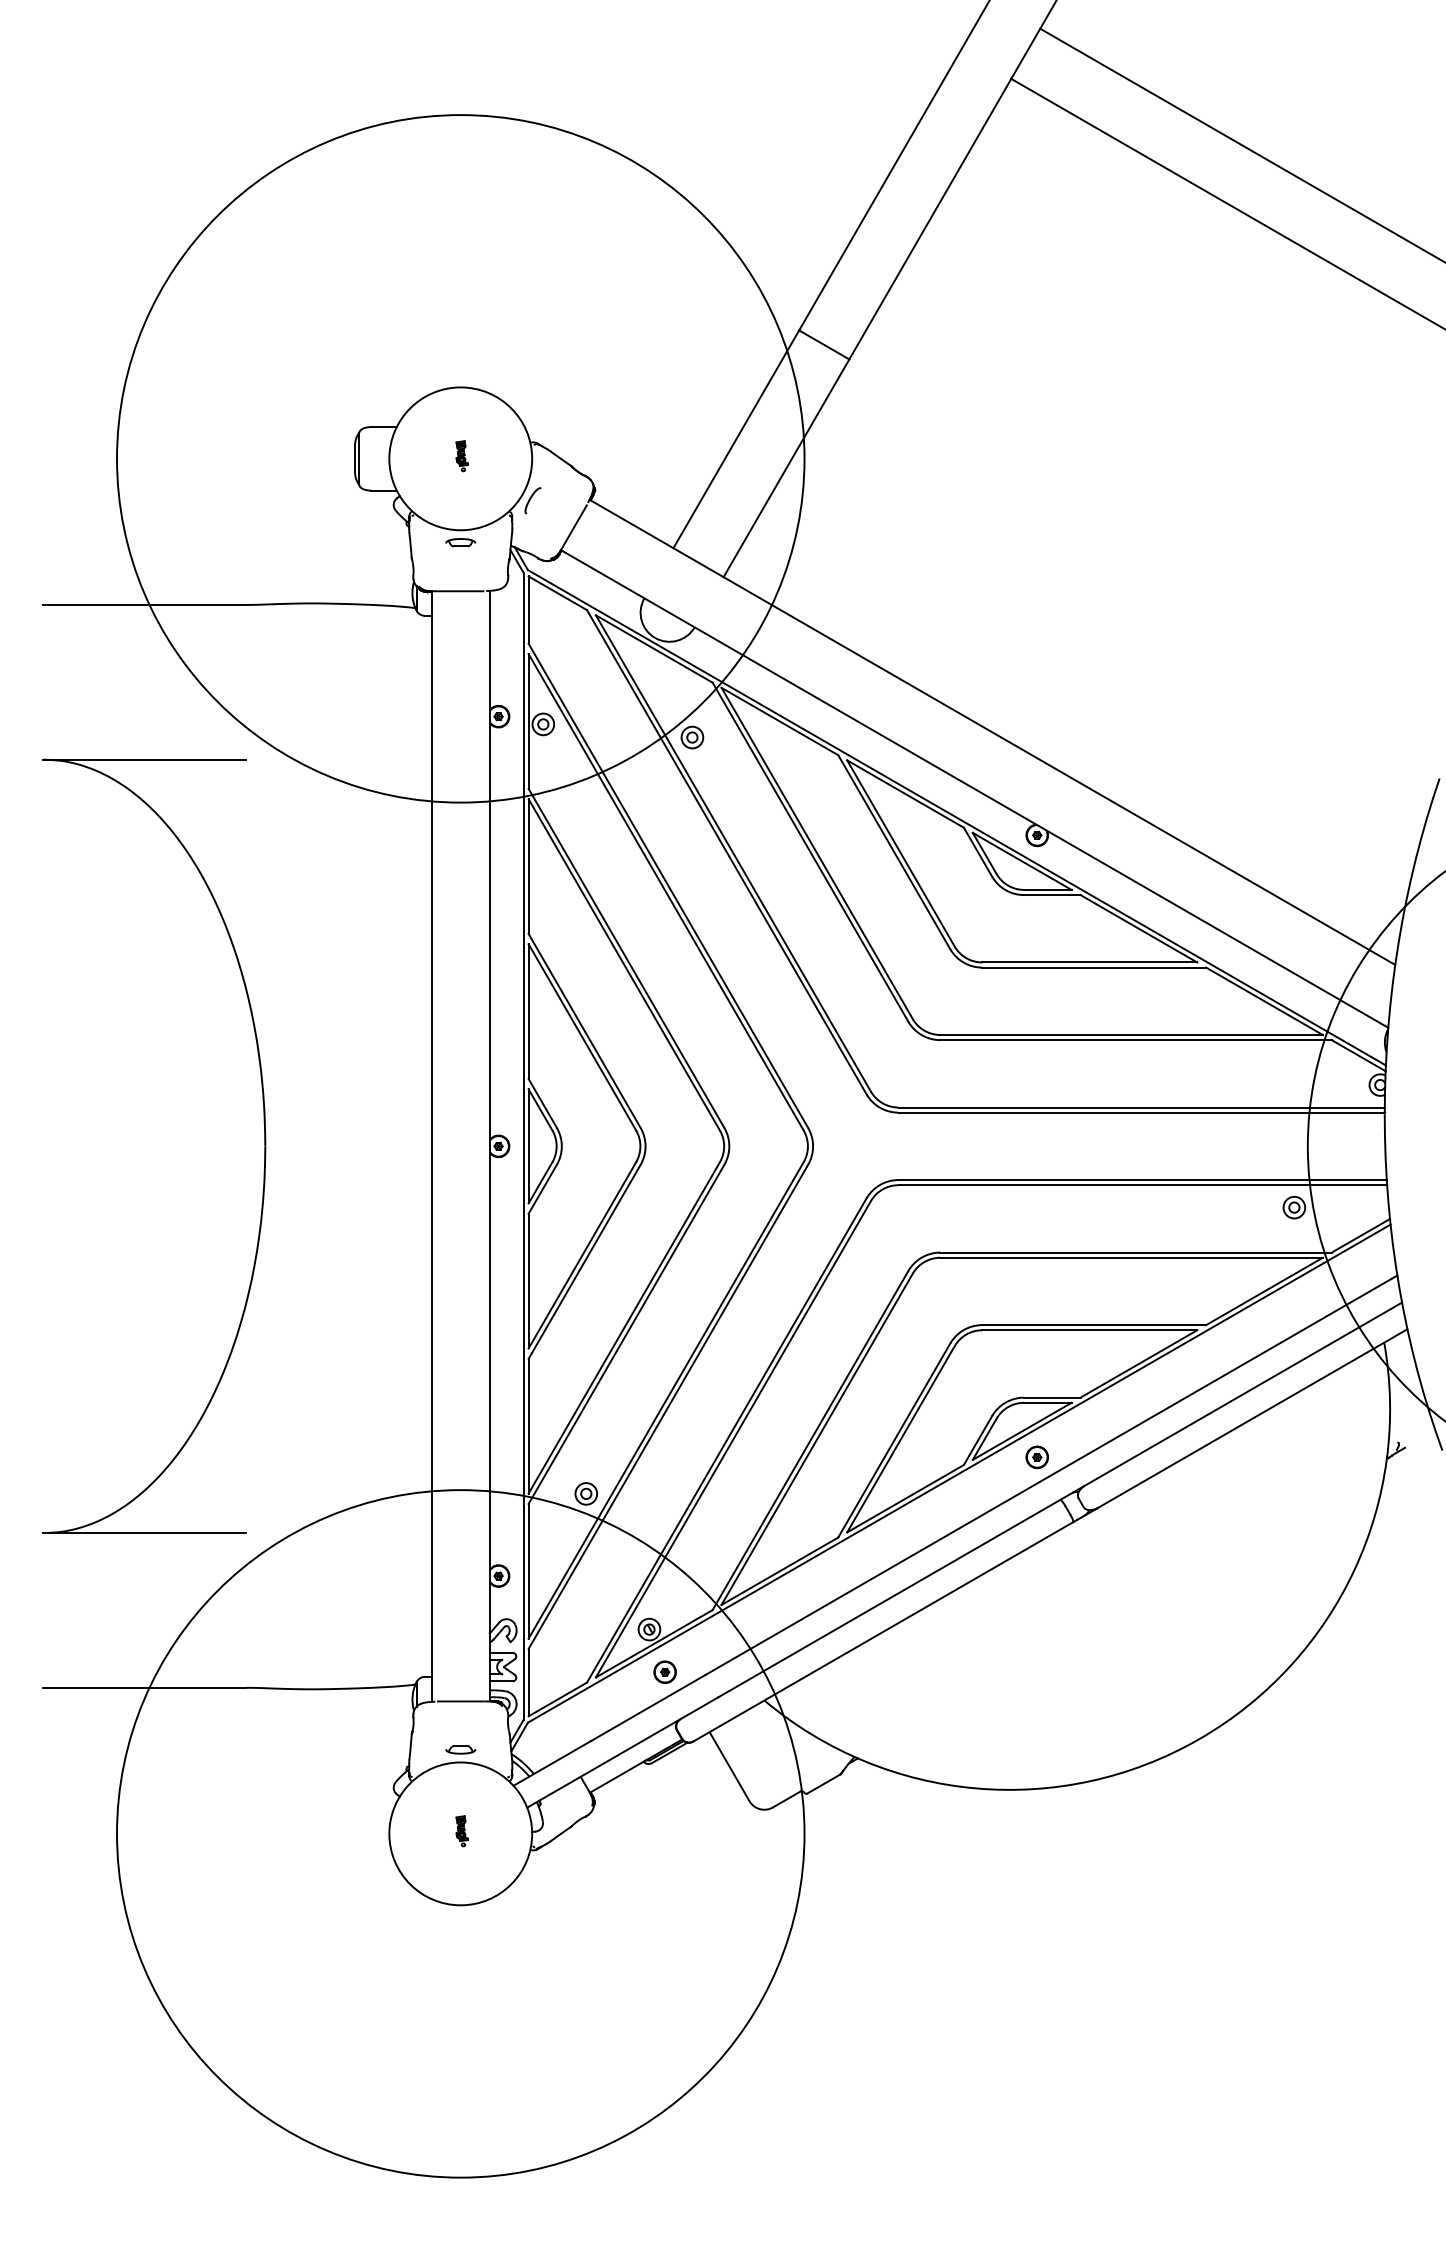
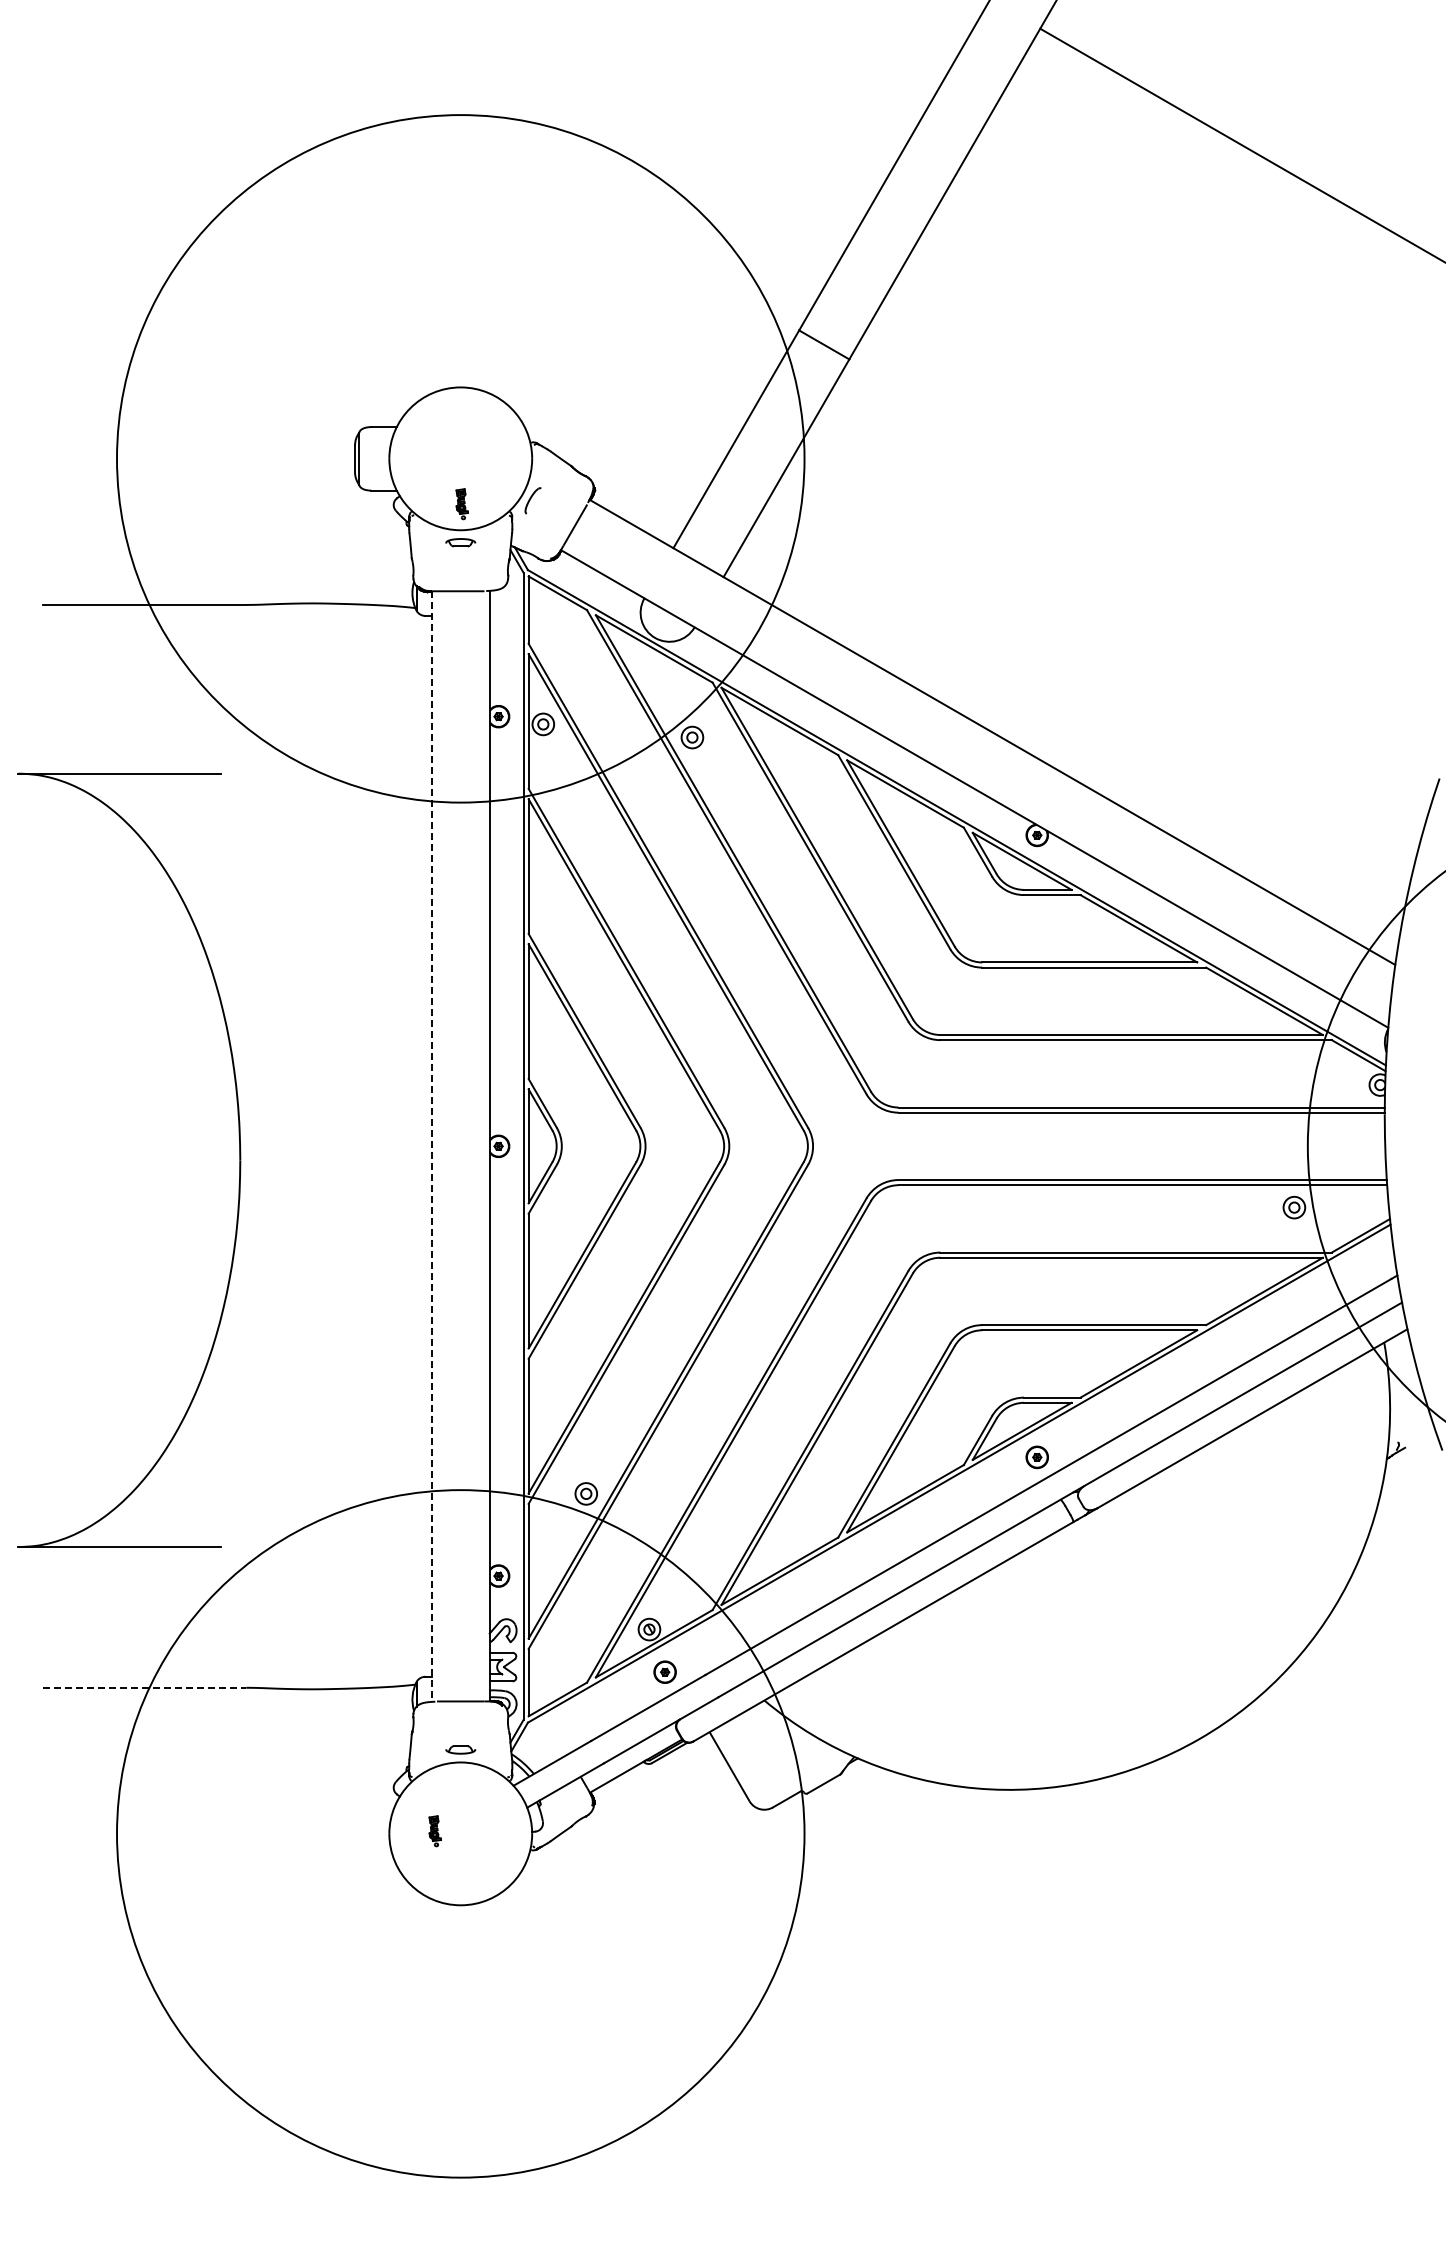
line at (1226, 203): present -> none
part at (461, 456) position: (461, 456) -> (461, 504)
part at (264, 1145) position: (264, 1145) -> (239, 1159)
line at (431, 1147): solid -> dashed
line at (145, 1687): solid -> dashed
part at (461, 1831) position: (461, 1831) -> (434, 1831)
